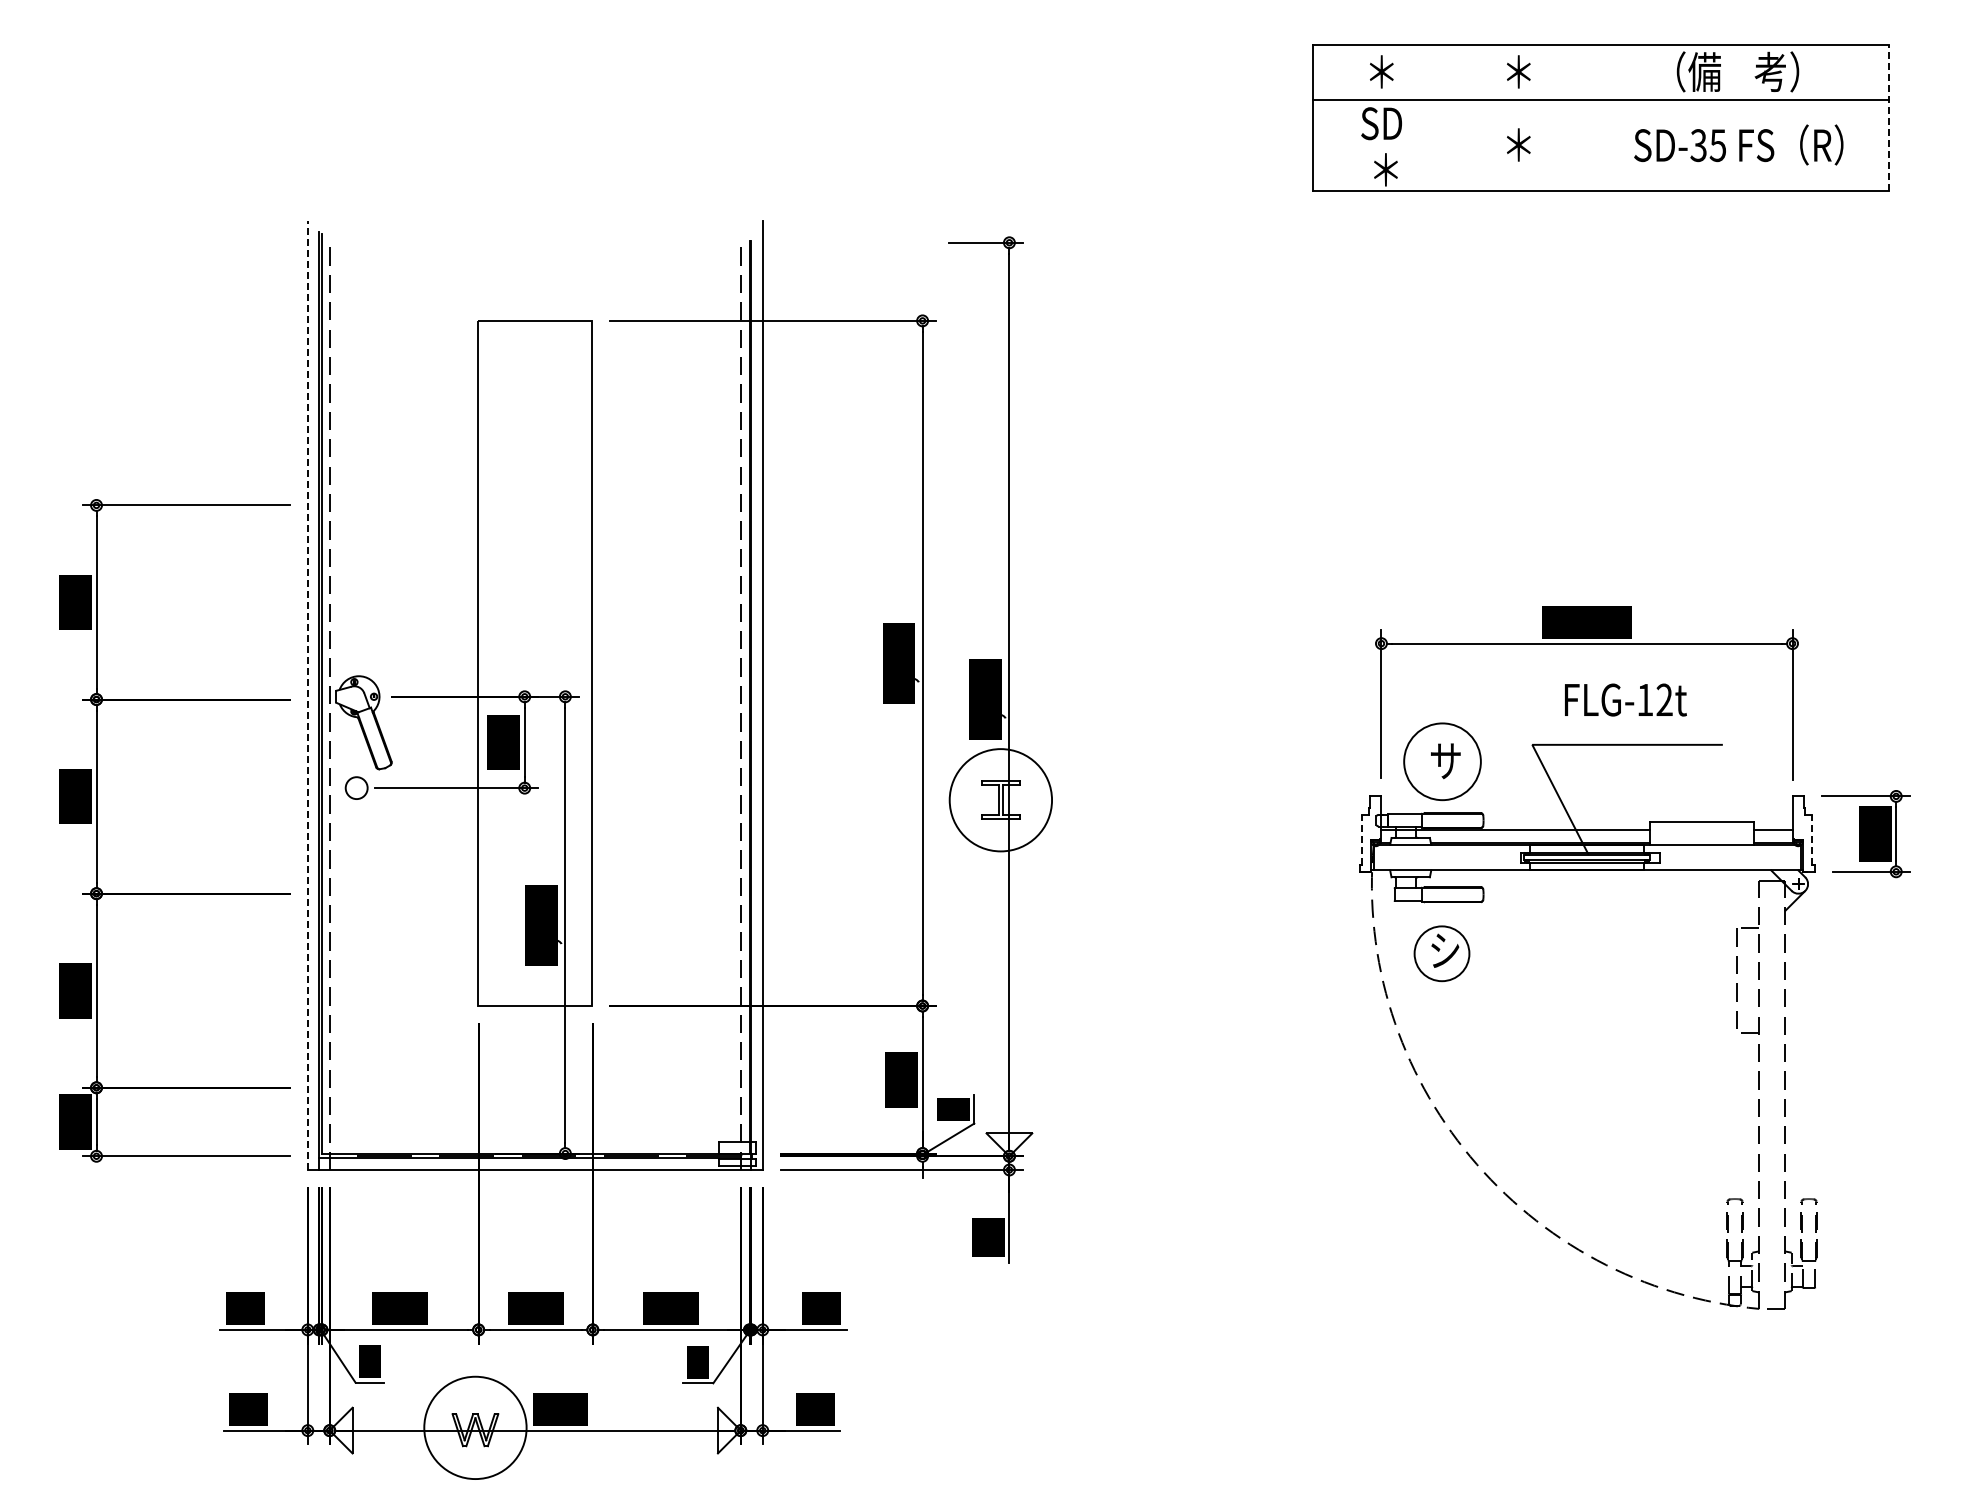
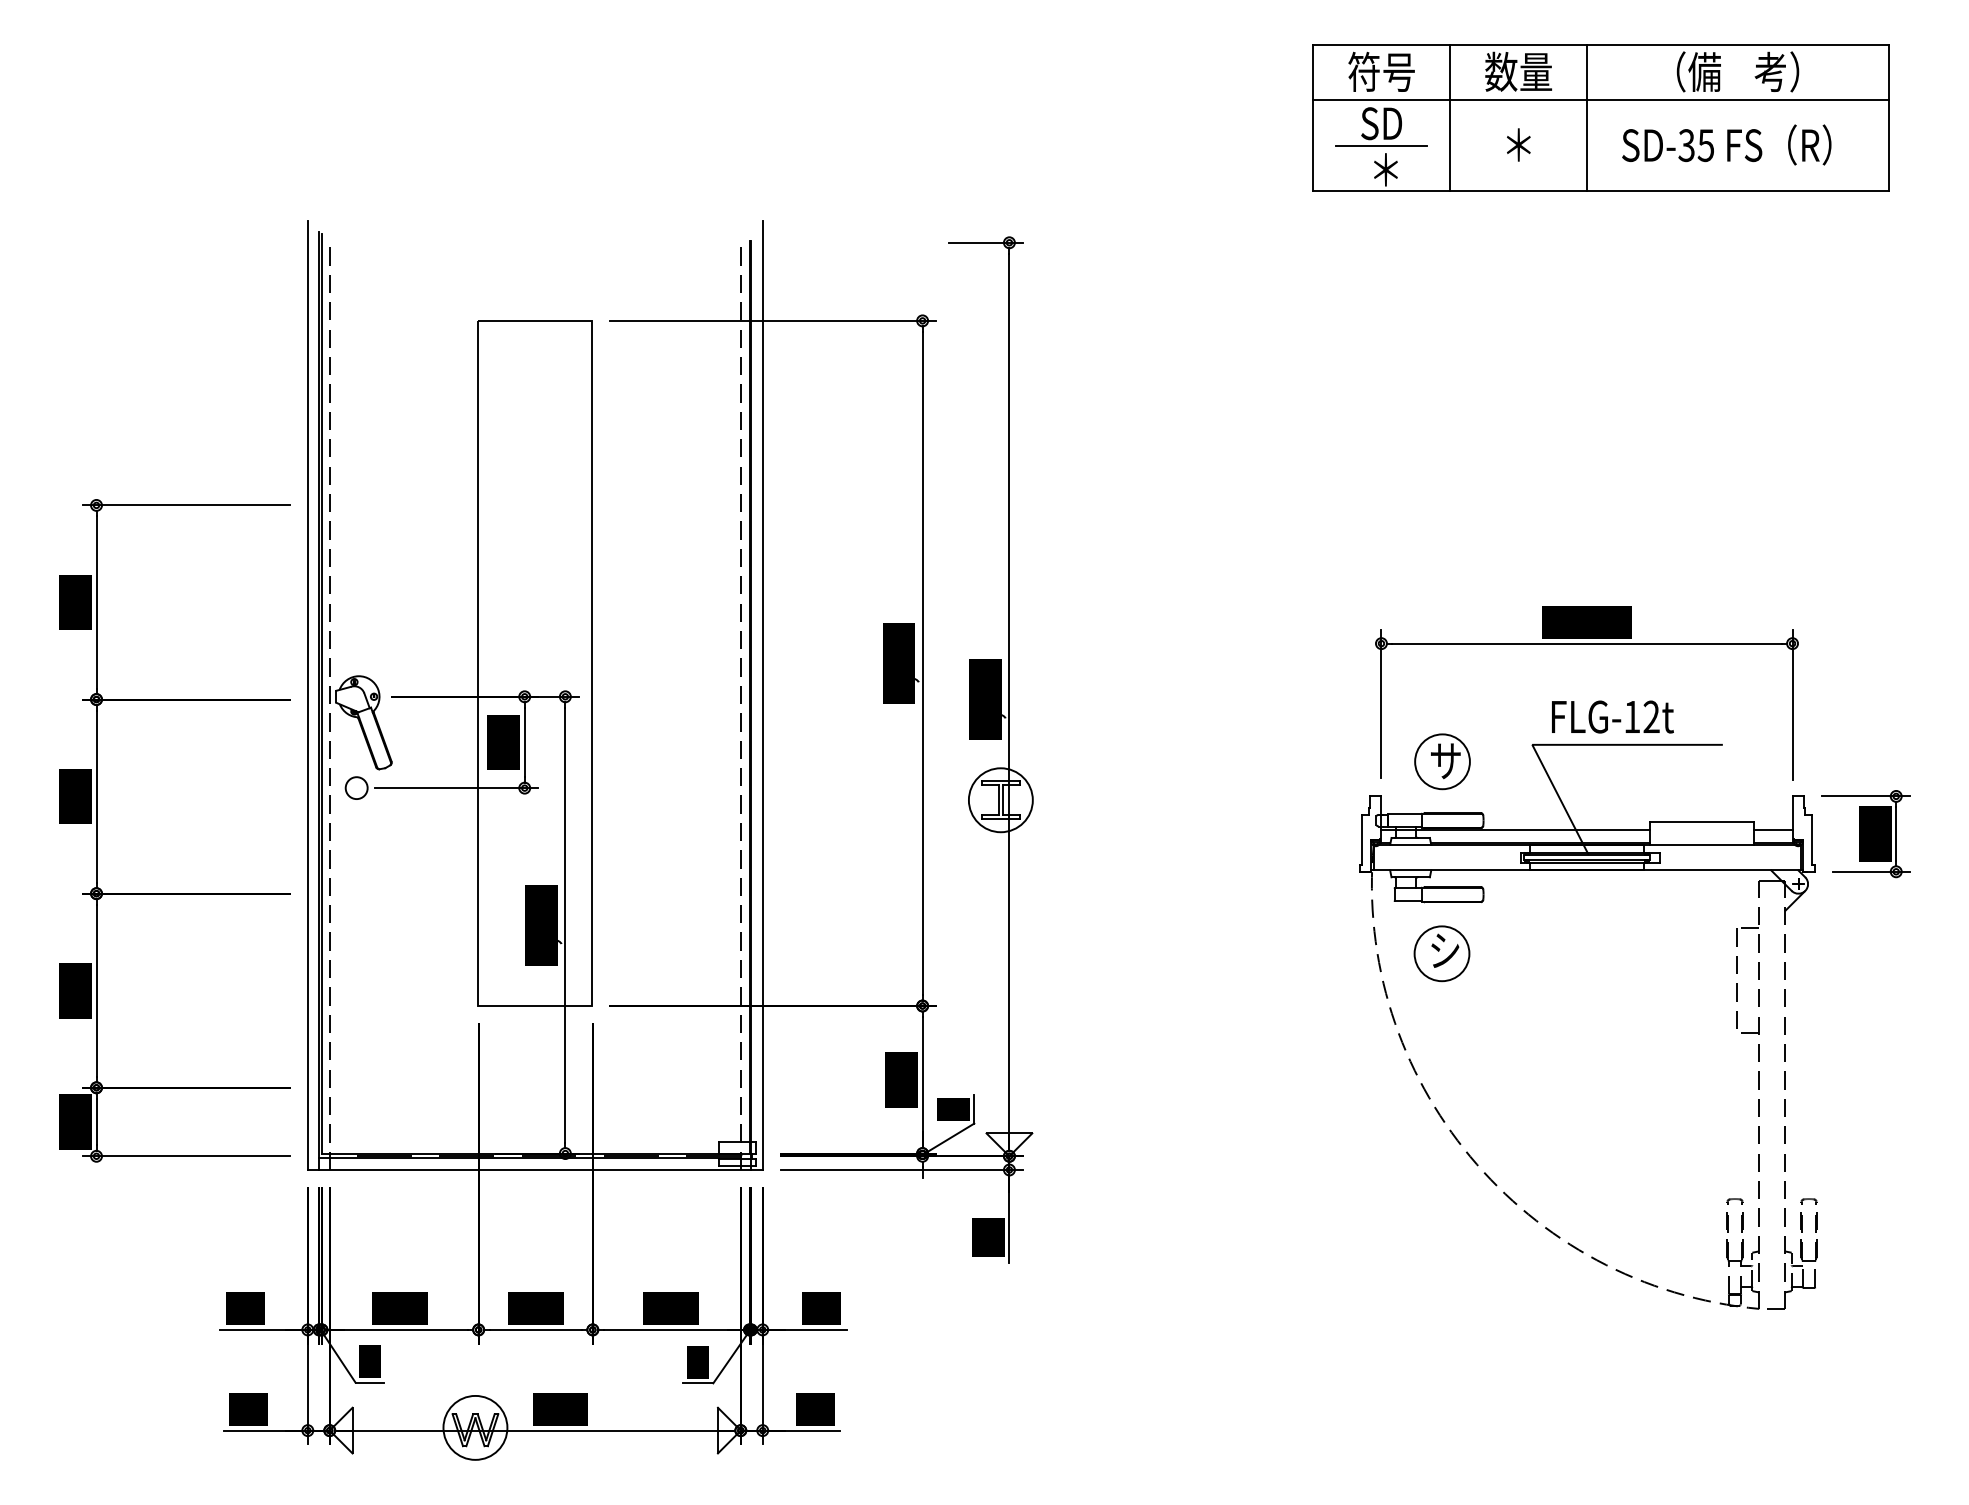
text at (1381, 71): ＊ -> 符号
text at (1518, 71): ＊ -> 数量
line at (1888, 117): dashed -> solid
line at (1450, 118): none -> present
line at (1587, 118): none -> present
text at (1738, 144) position: (1738, 144) -> (1726, 144)
line at (1381, 145): none -> present
line at (307, 695): dashed -> solid
text at (1625, 699) position: (1625, 699) -> (1612, 716)
circle at (1442, 761) diameter: 77 px -> 55 px
circle at (1000, 800) diameter: 102 px -> 64 px
line at (1361, 839): dashed -> solid
line at (1812, 839): dashed -> solid
circle at (475, 1427) diameter: 102 px -> 64 px
